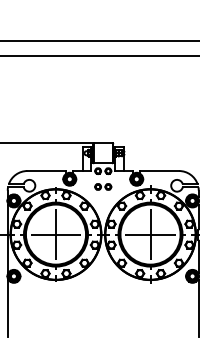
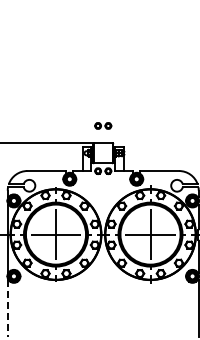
line at (99, 41): present -> none
line at (99, 55): present -> none
part at (103, 186) position: (103, 186) -> (103, 125)
line at (7, 308): solid -> dashed
